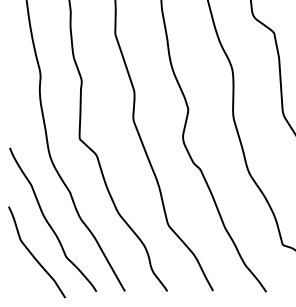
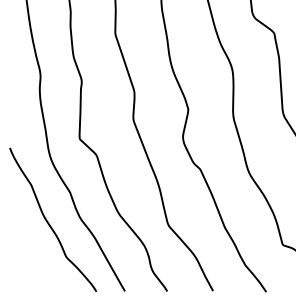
curve at (33, 254): present -> none
